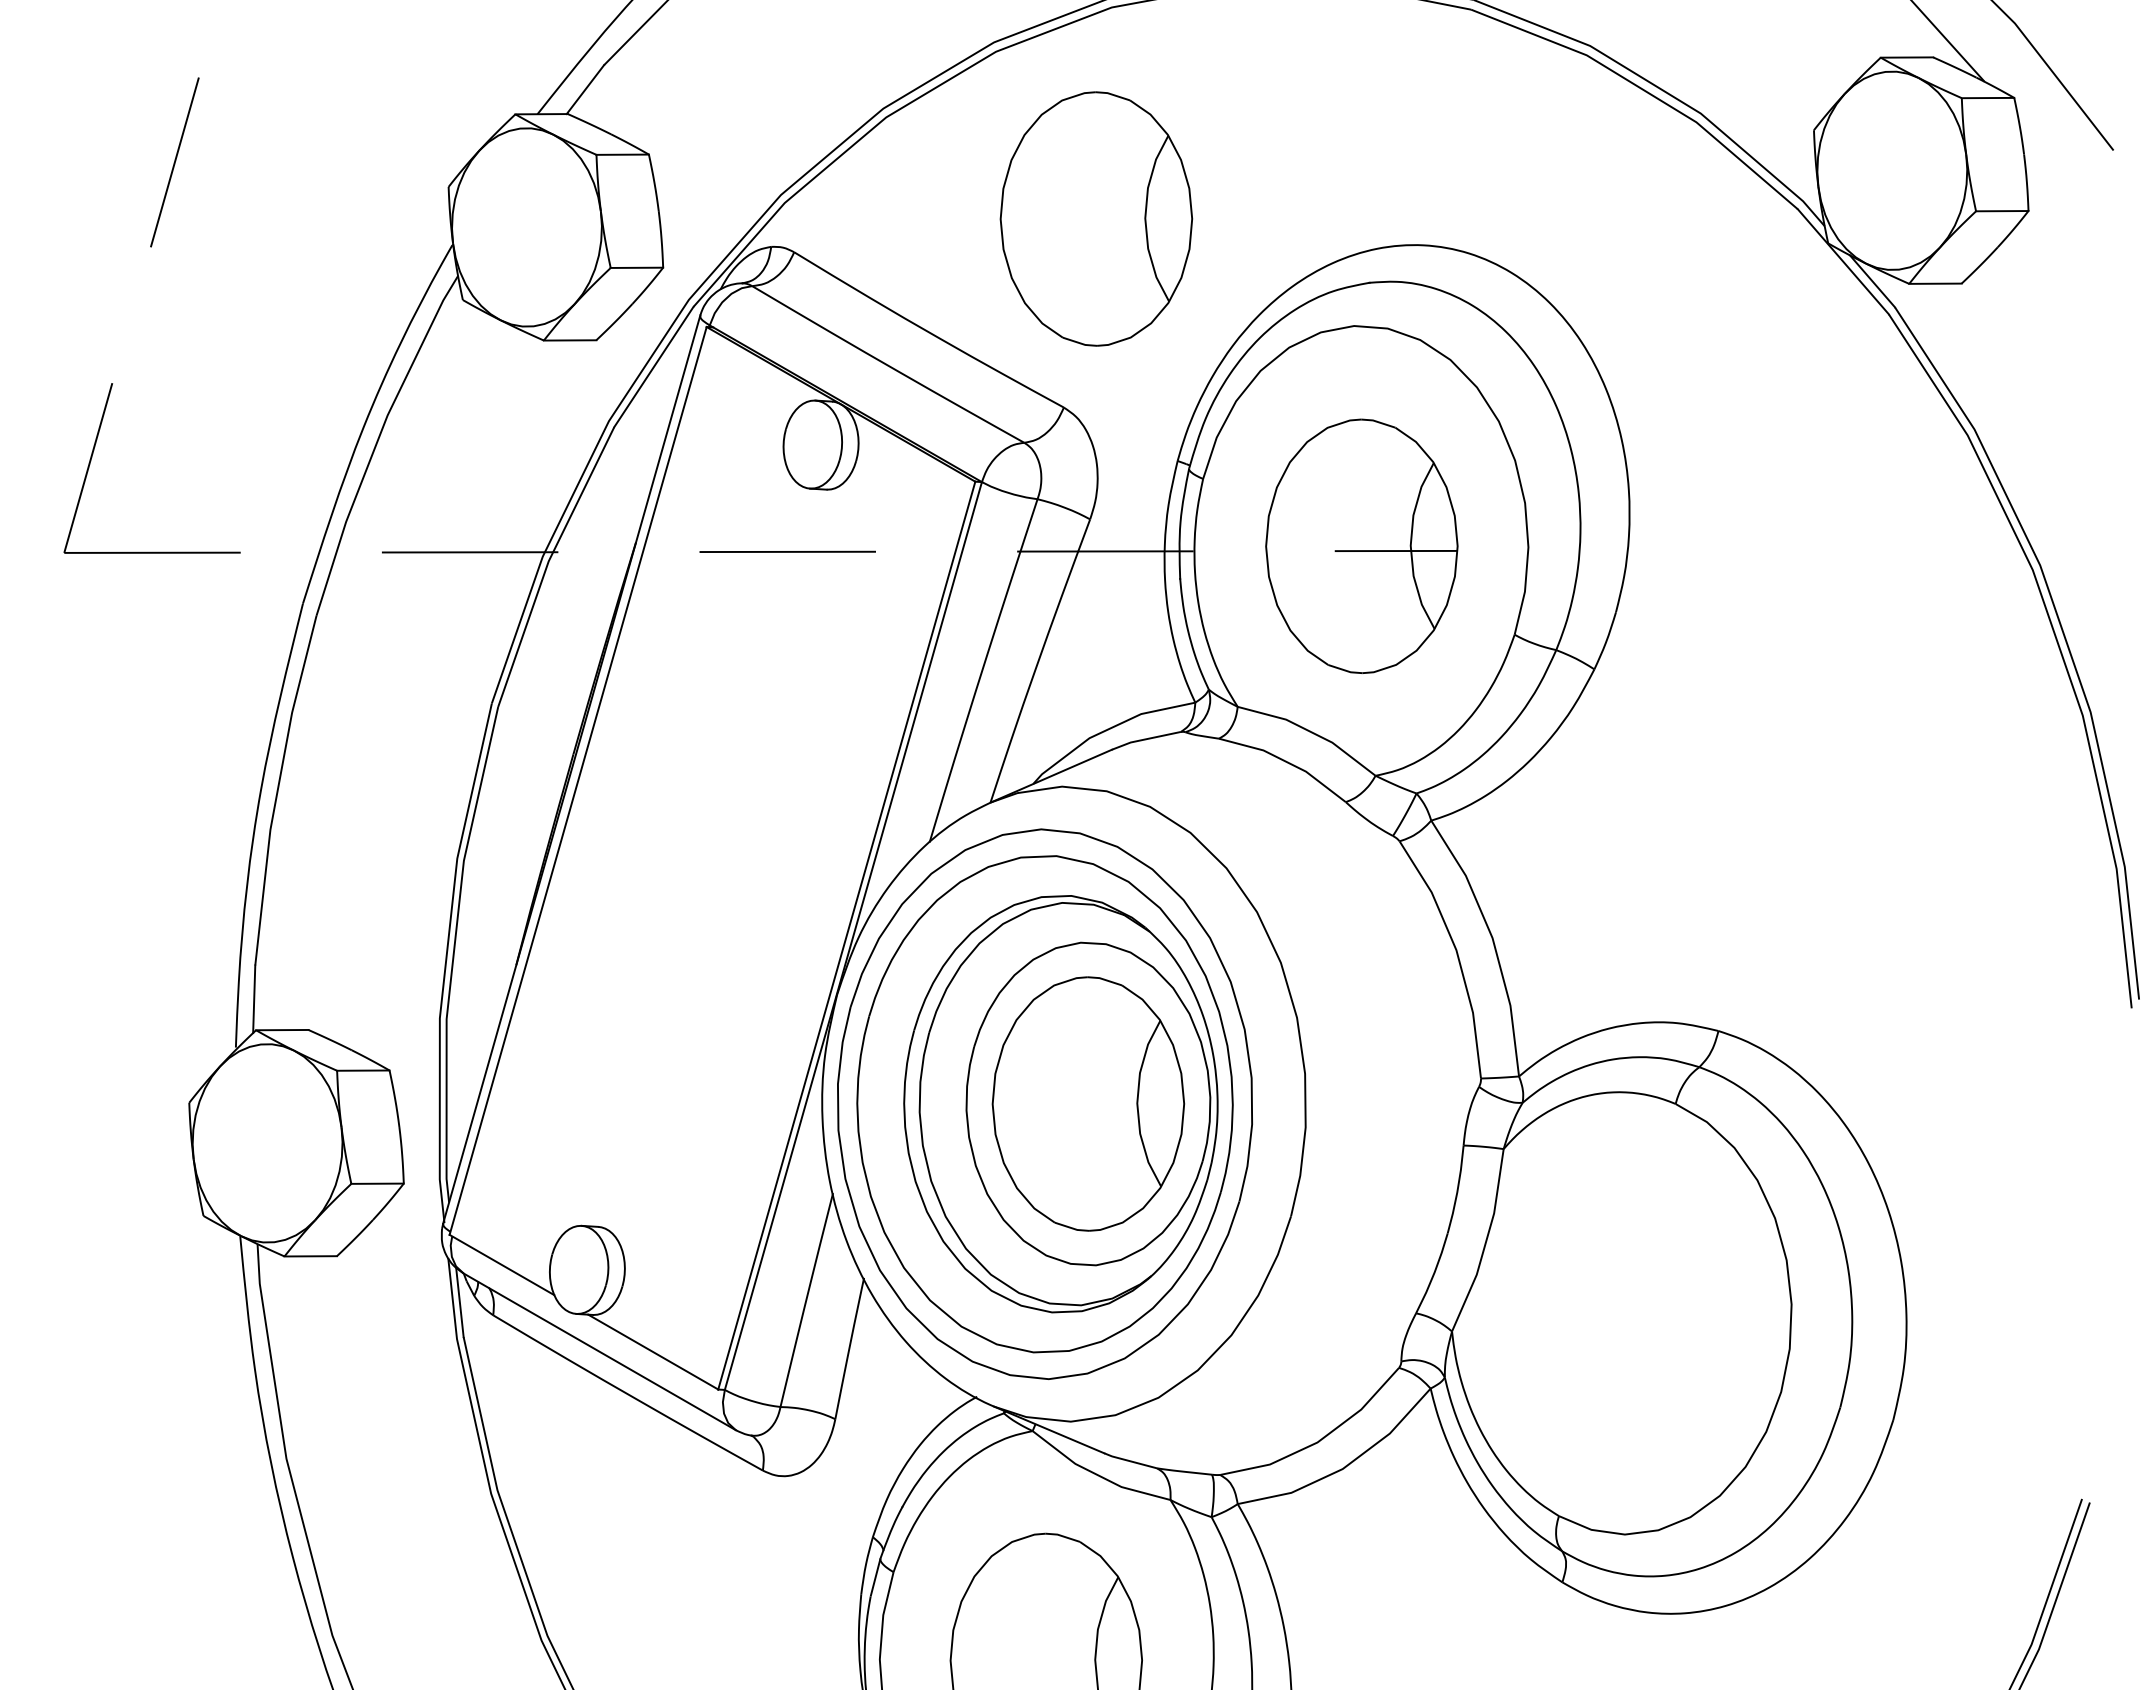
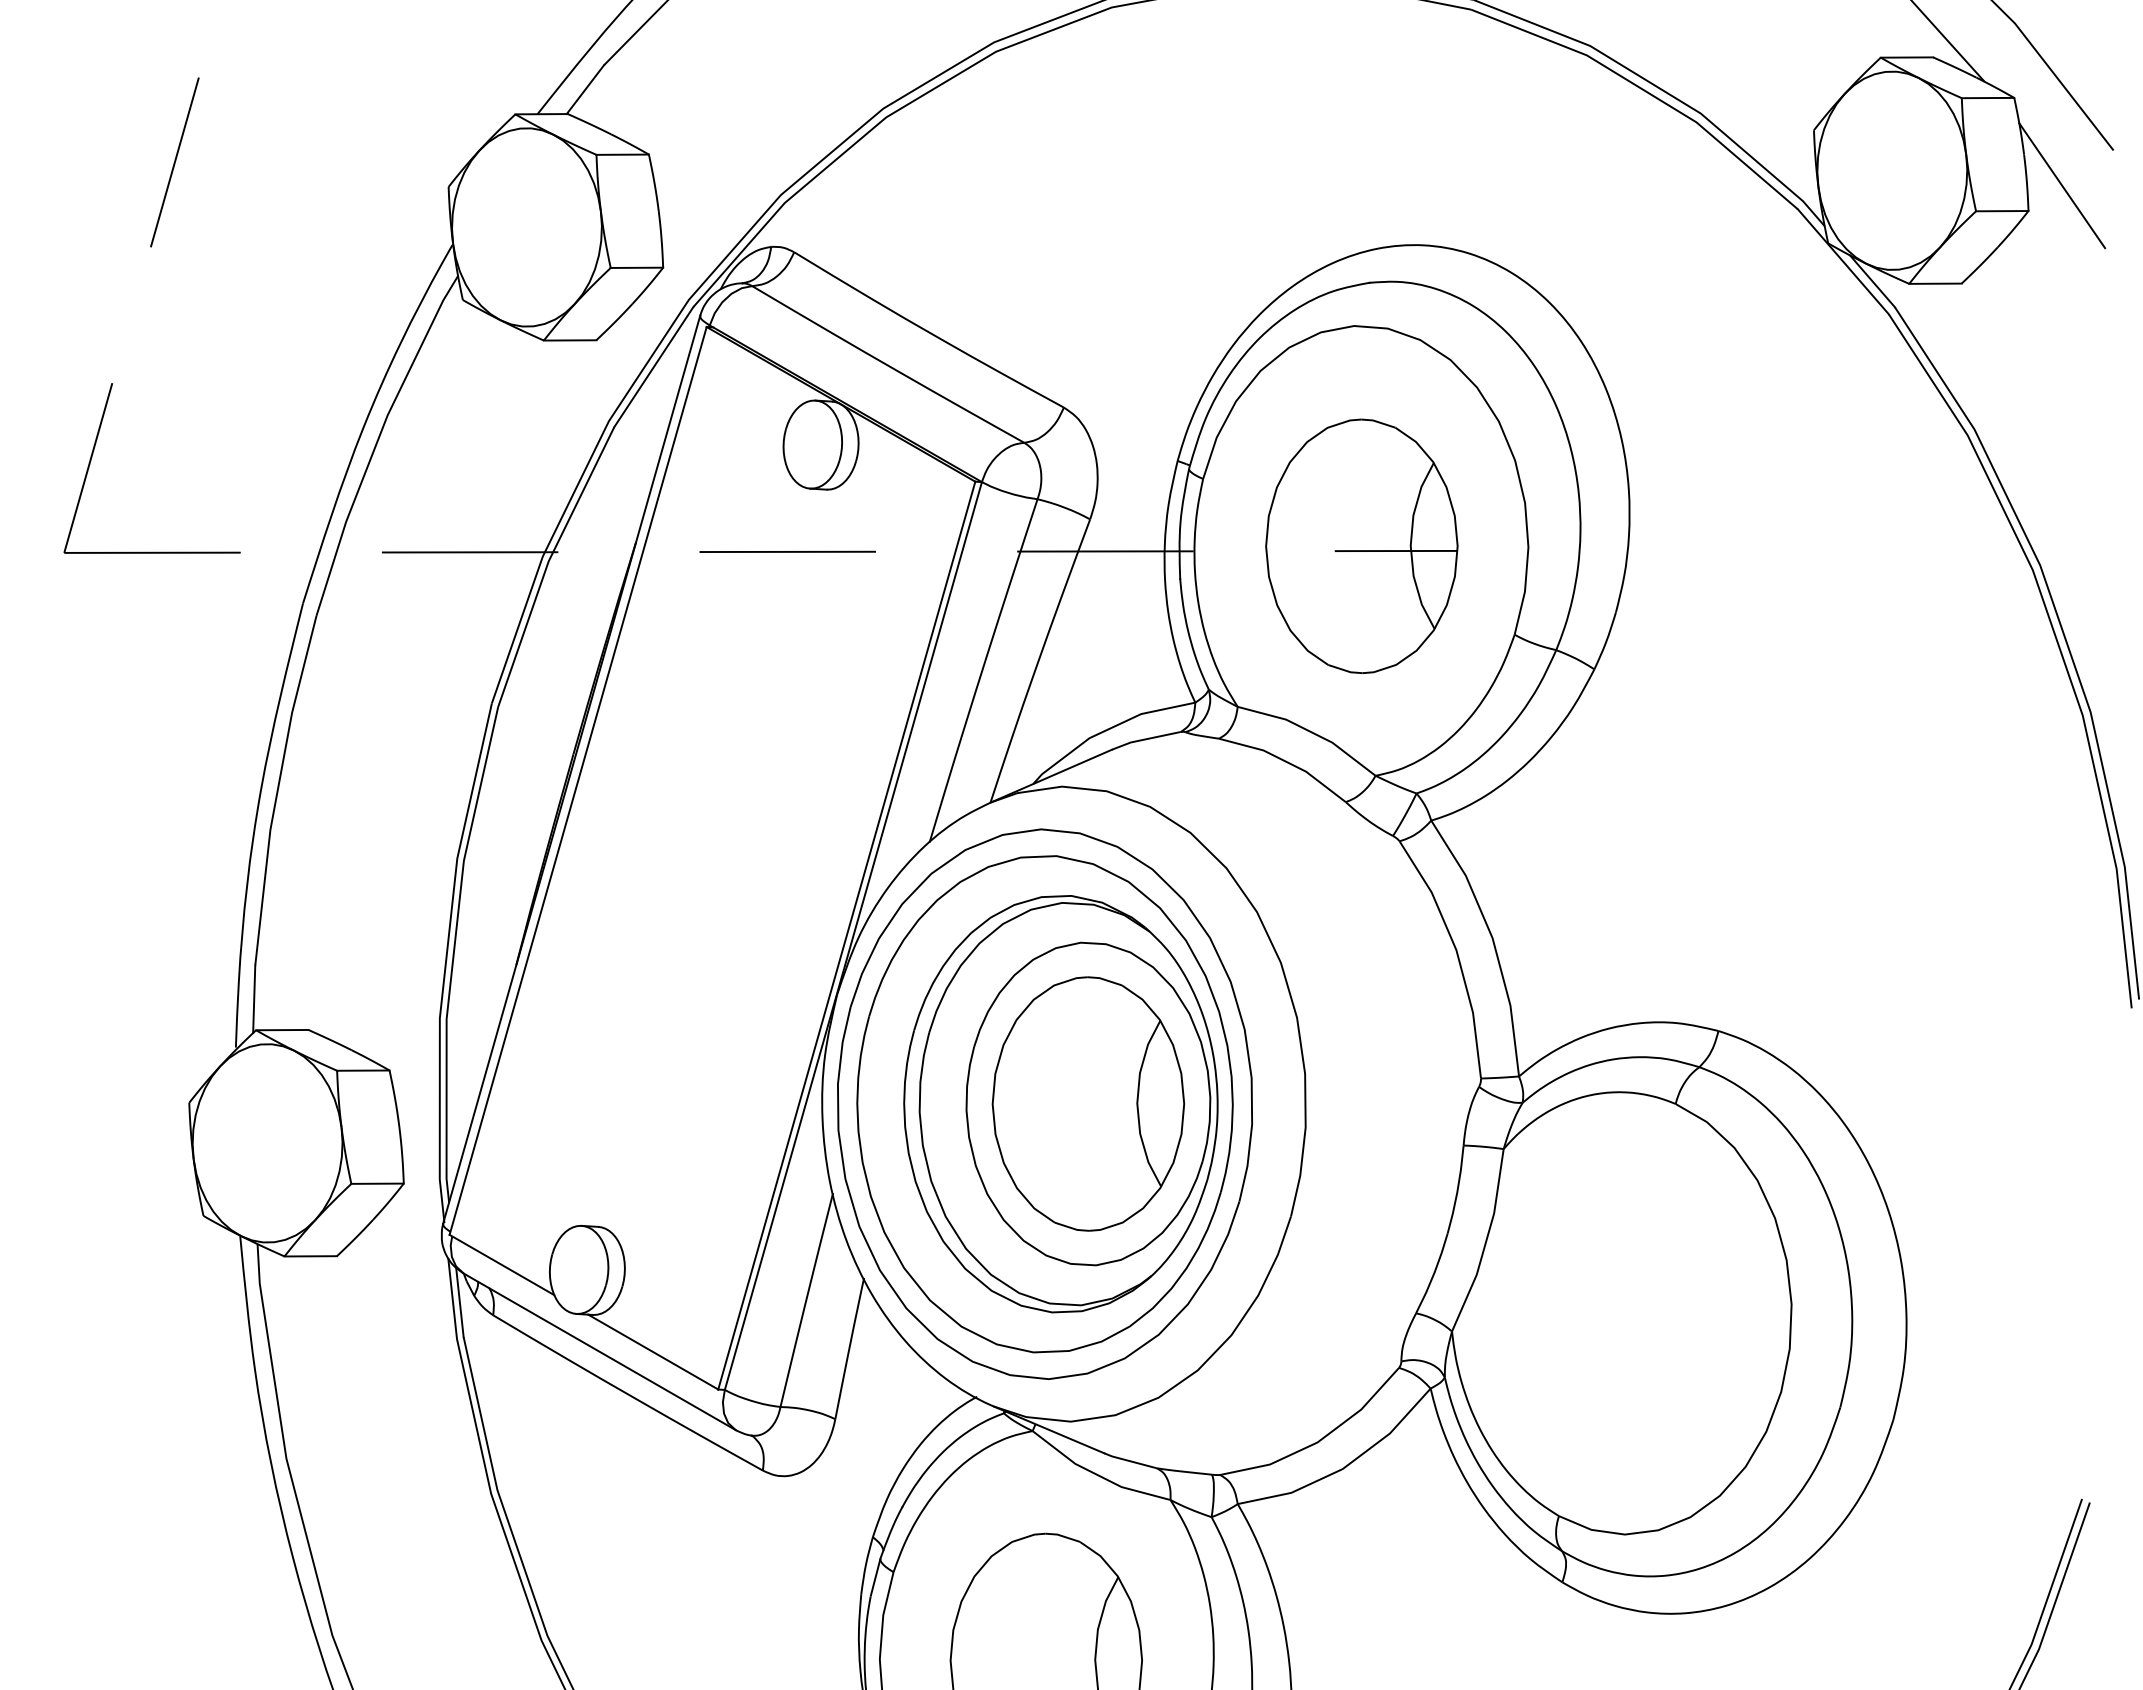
line at (2062, 185): none -> present
part at (1096, 218): present -> none
